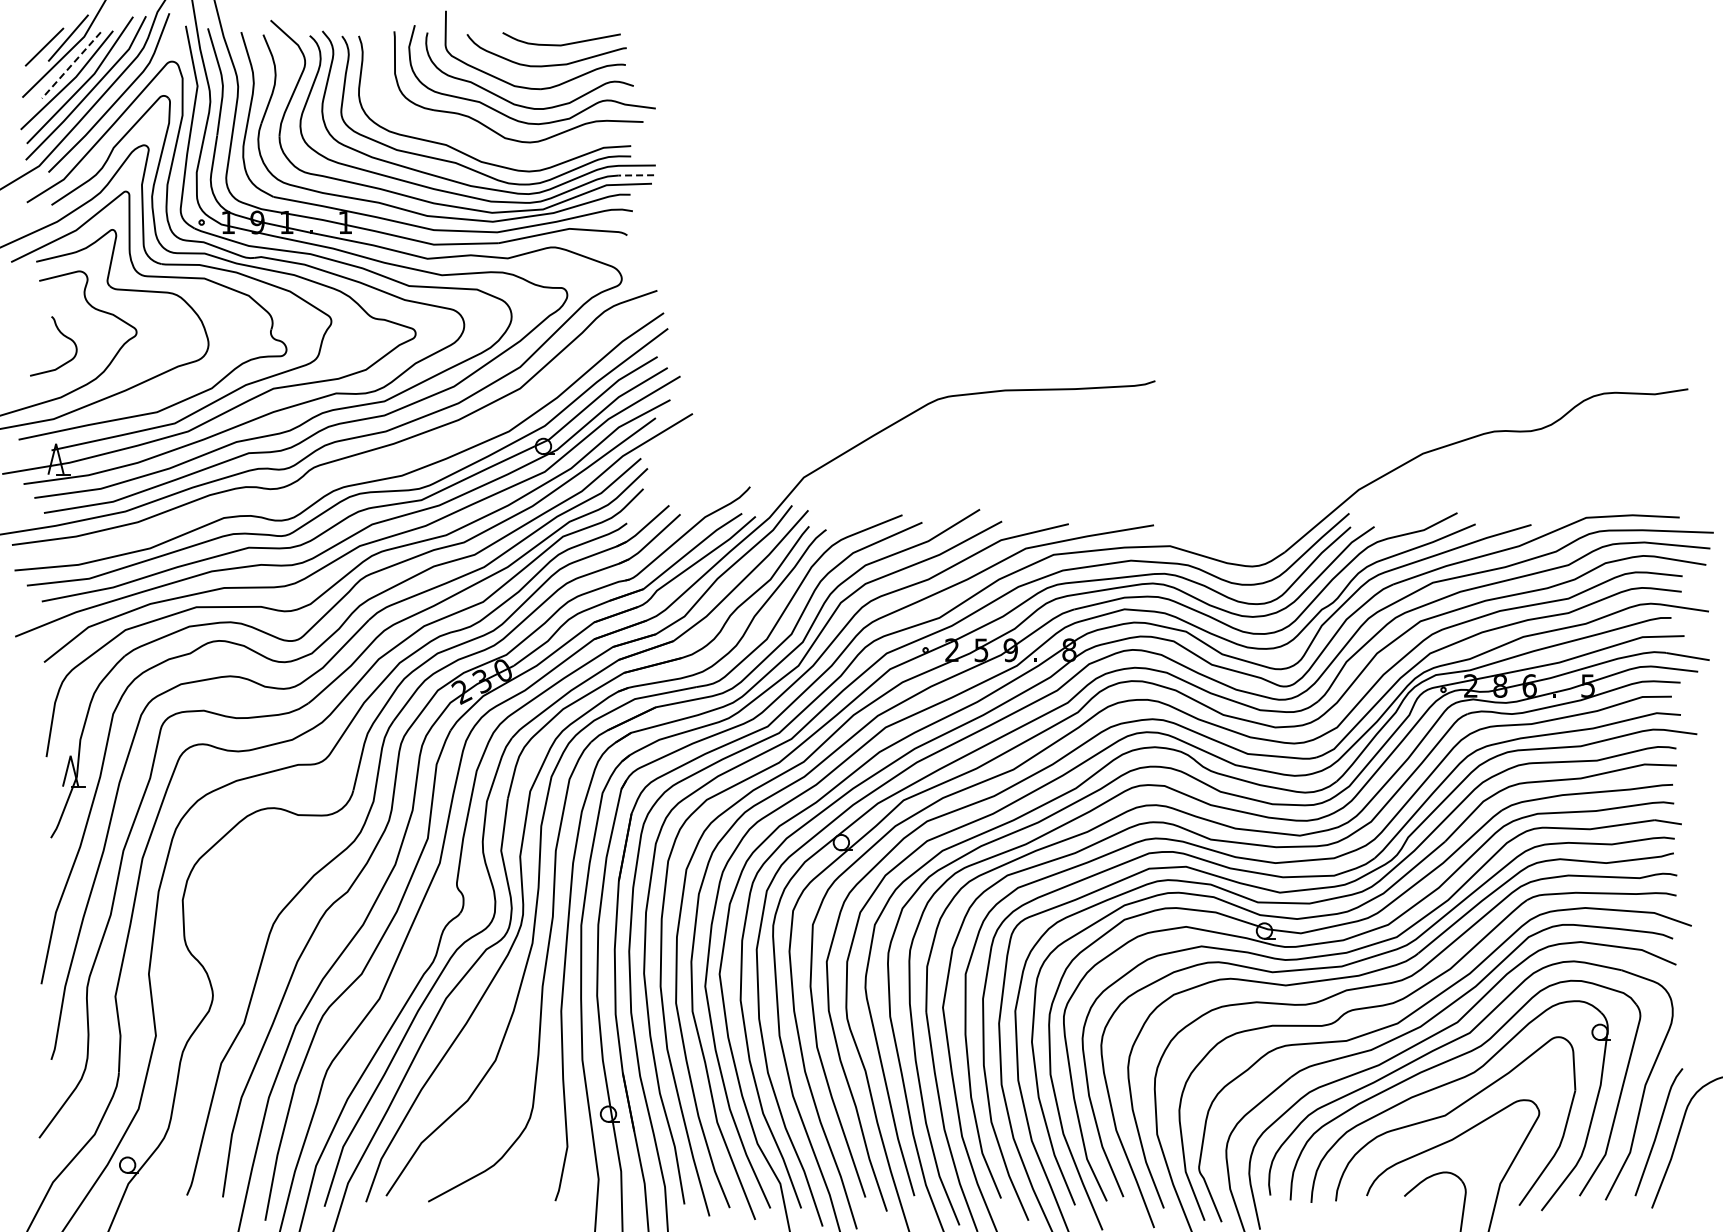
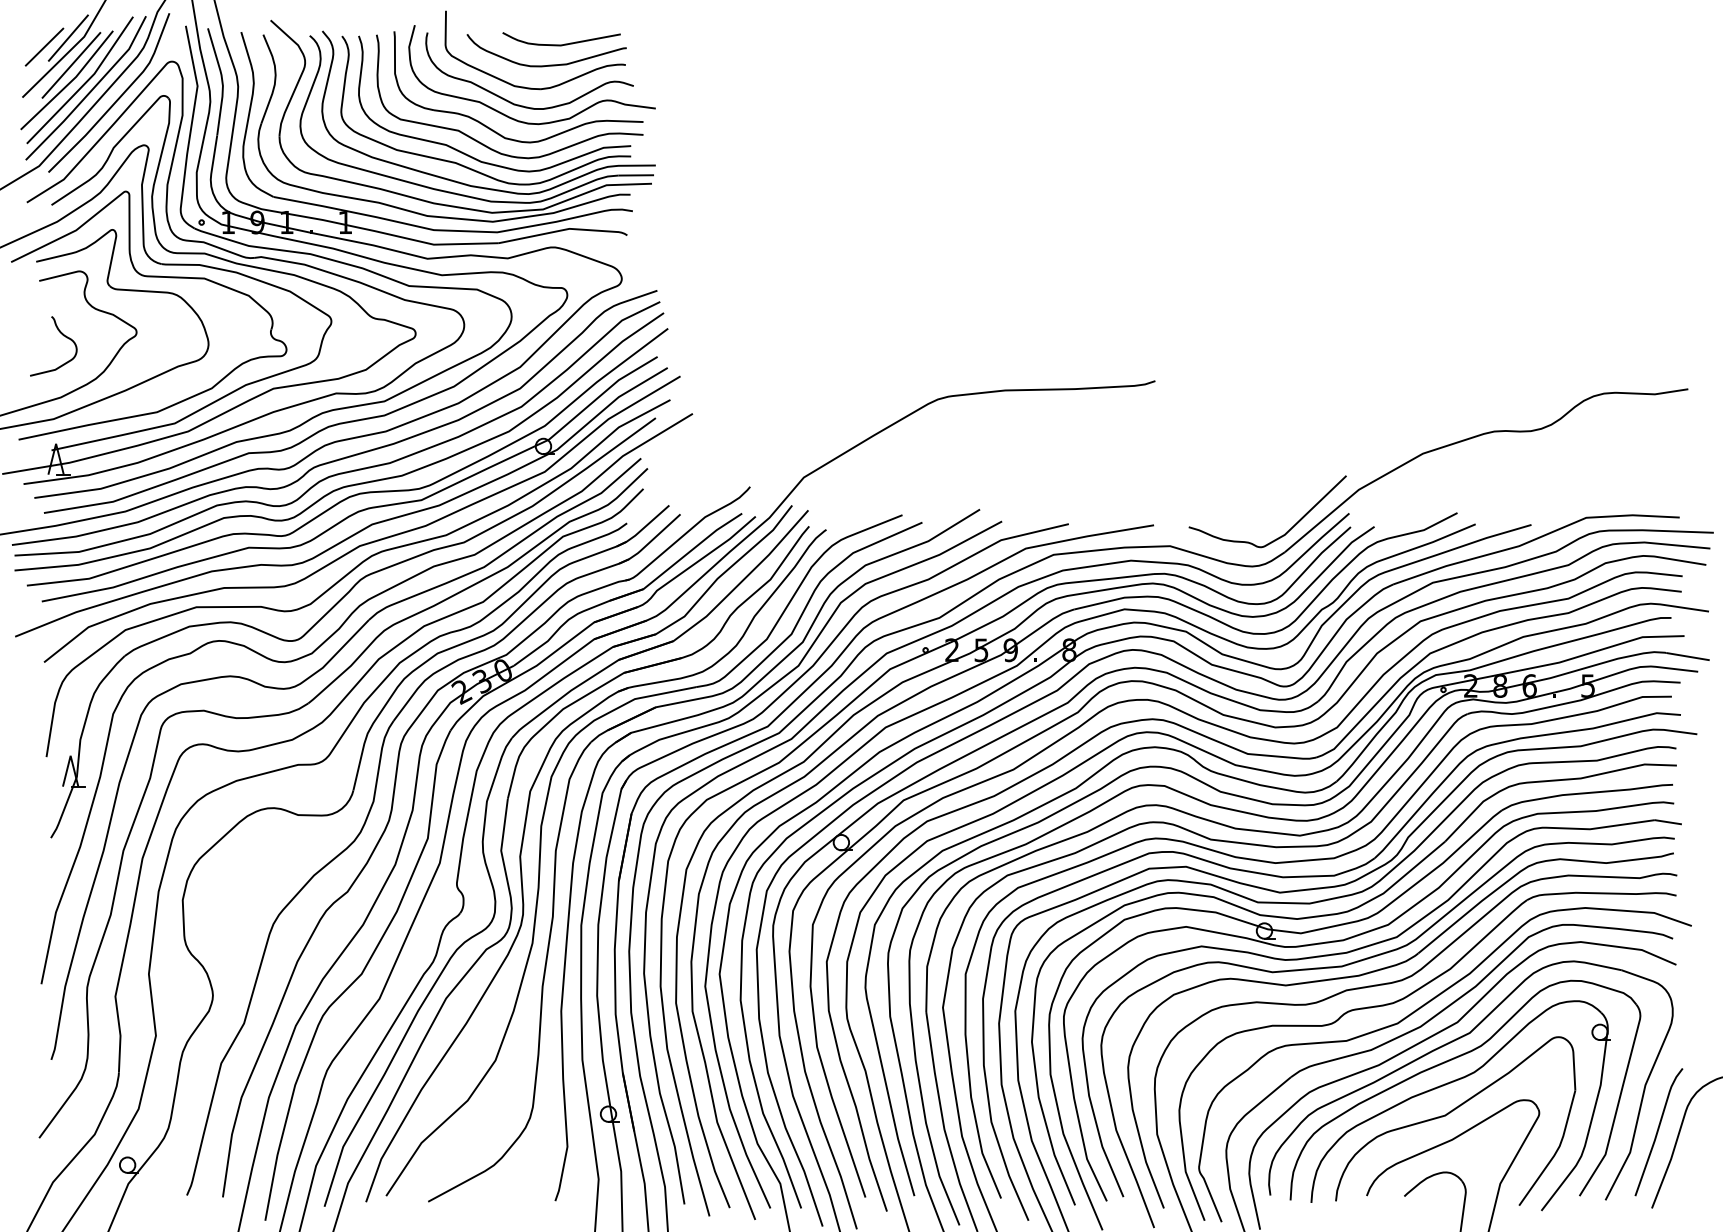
line at (71, 65): dashed -> solid
curve at (485, 144): none -> present
line at (636, 175): dashed -> solid
curve at (344, 471): none -> present
curve at (1286, 531): none -> present
